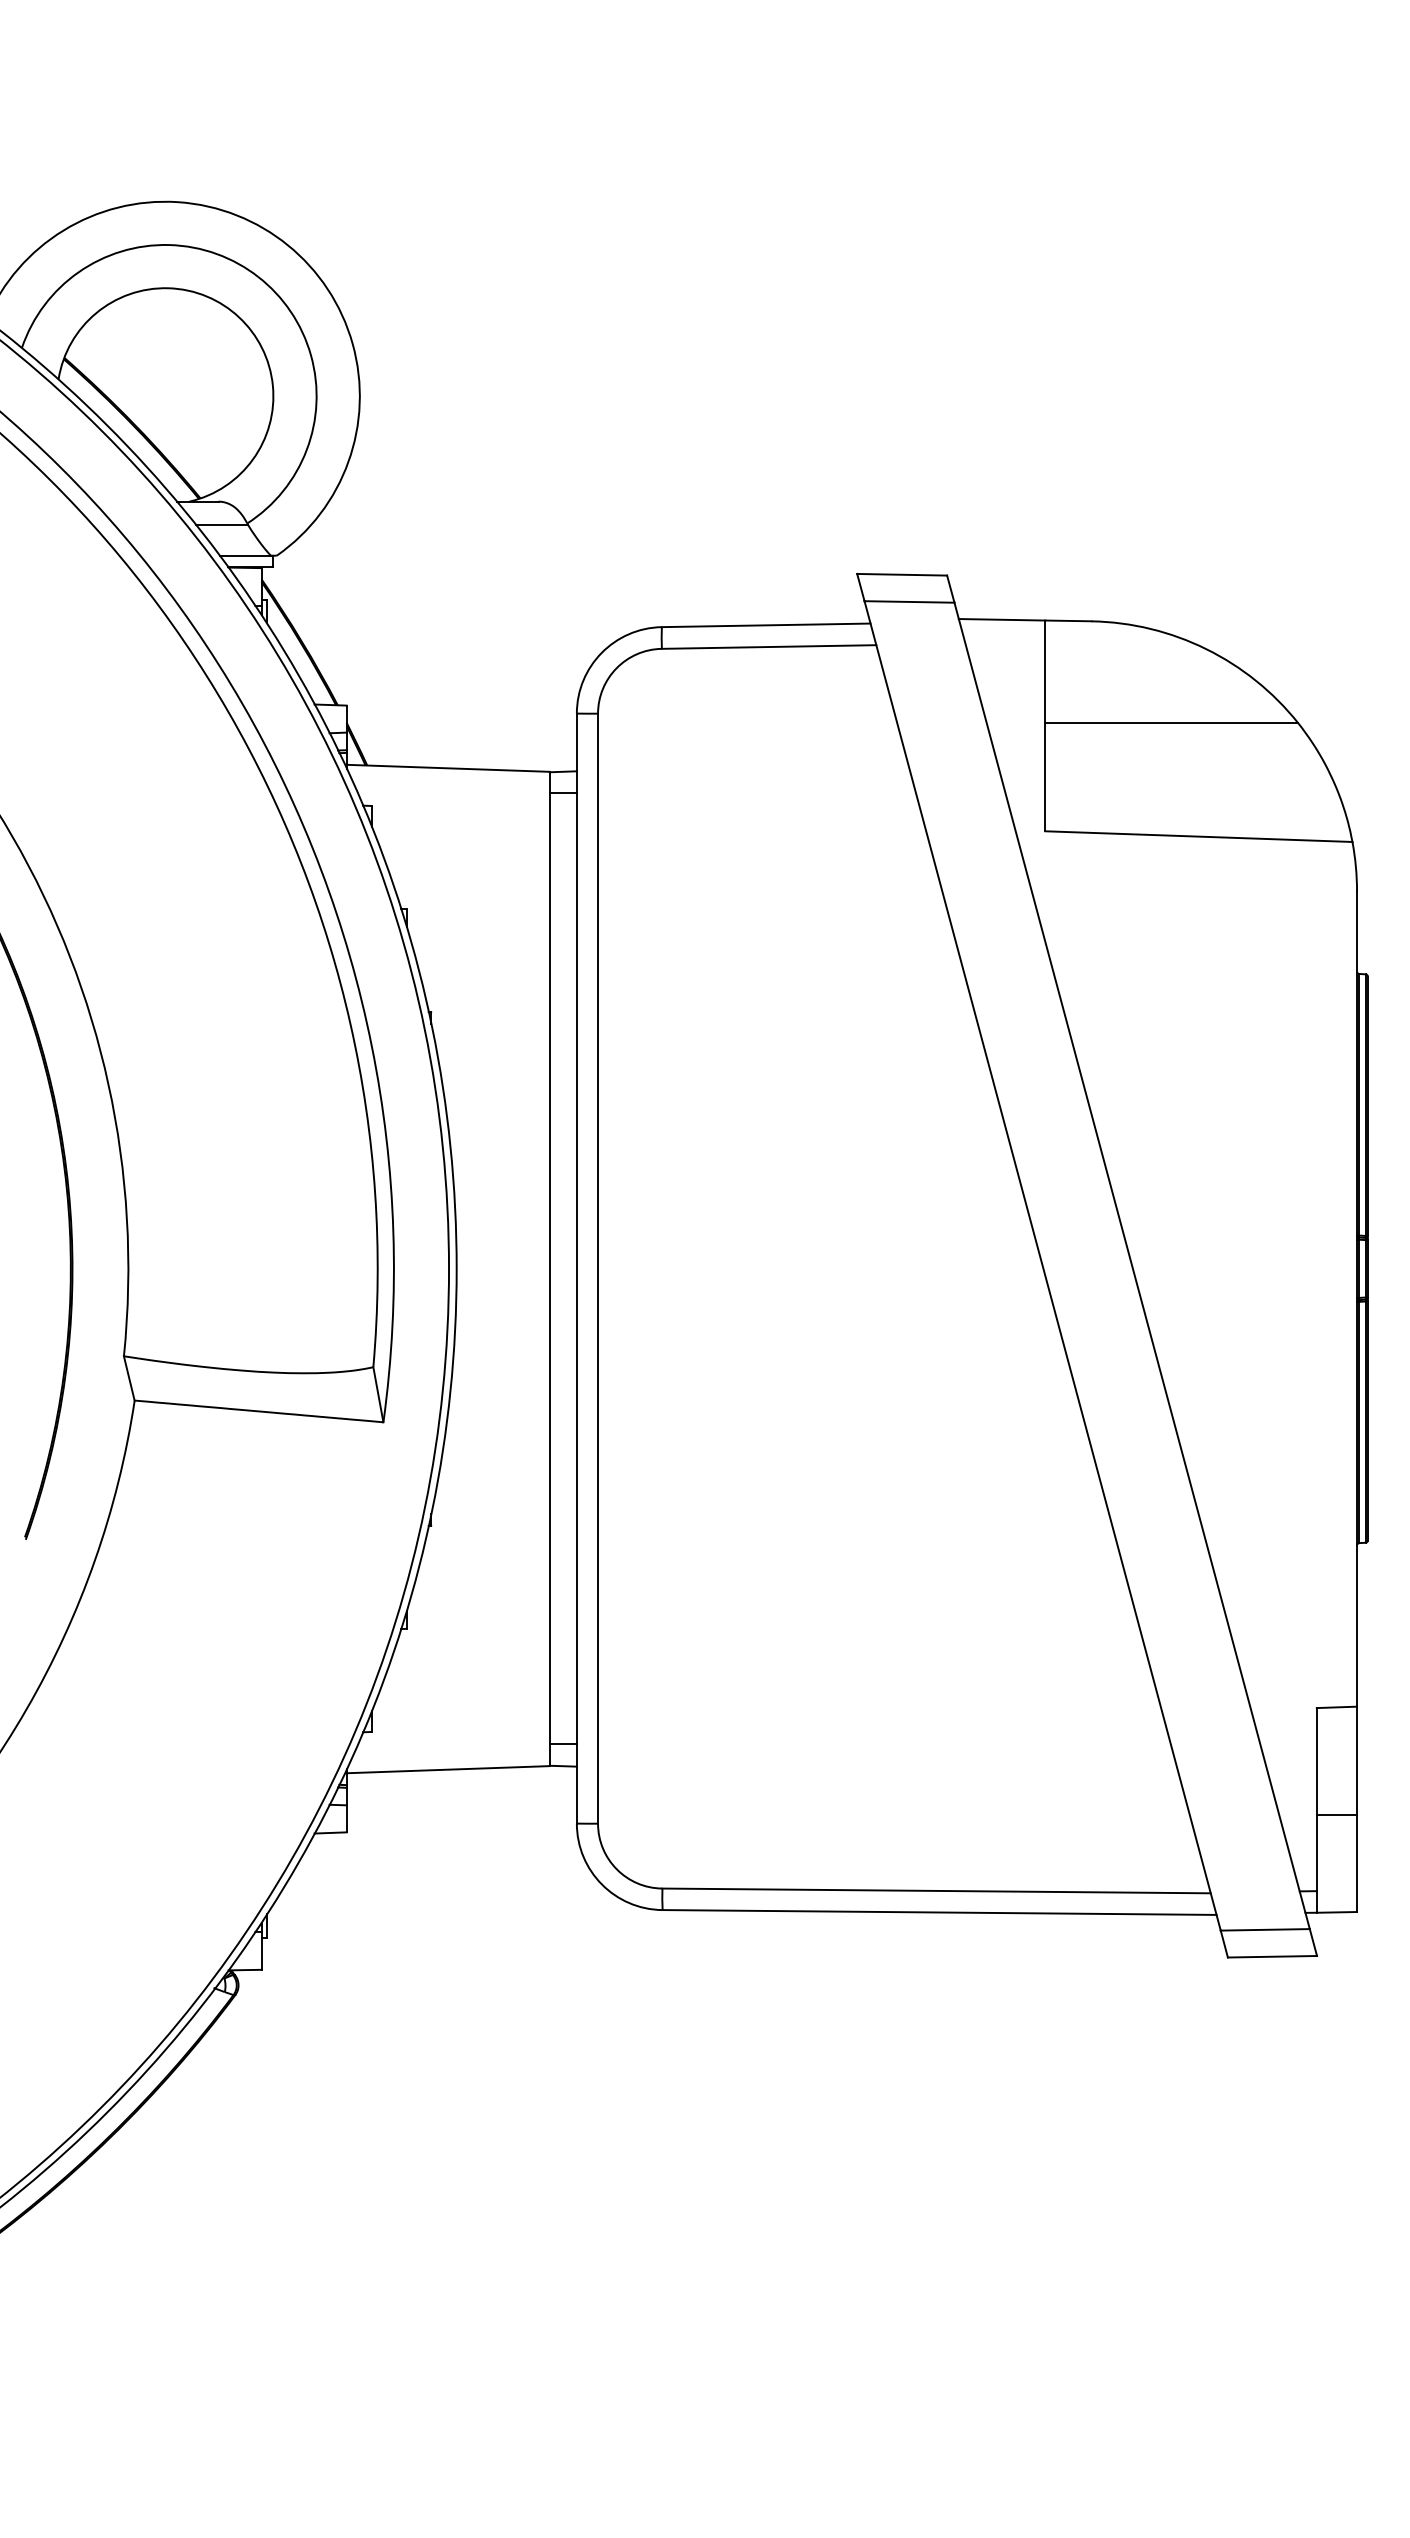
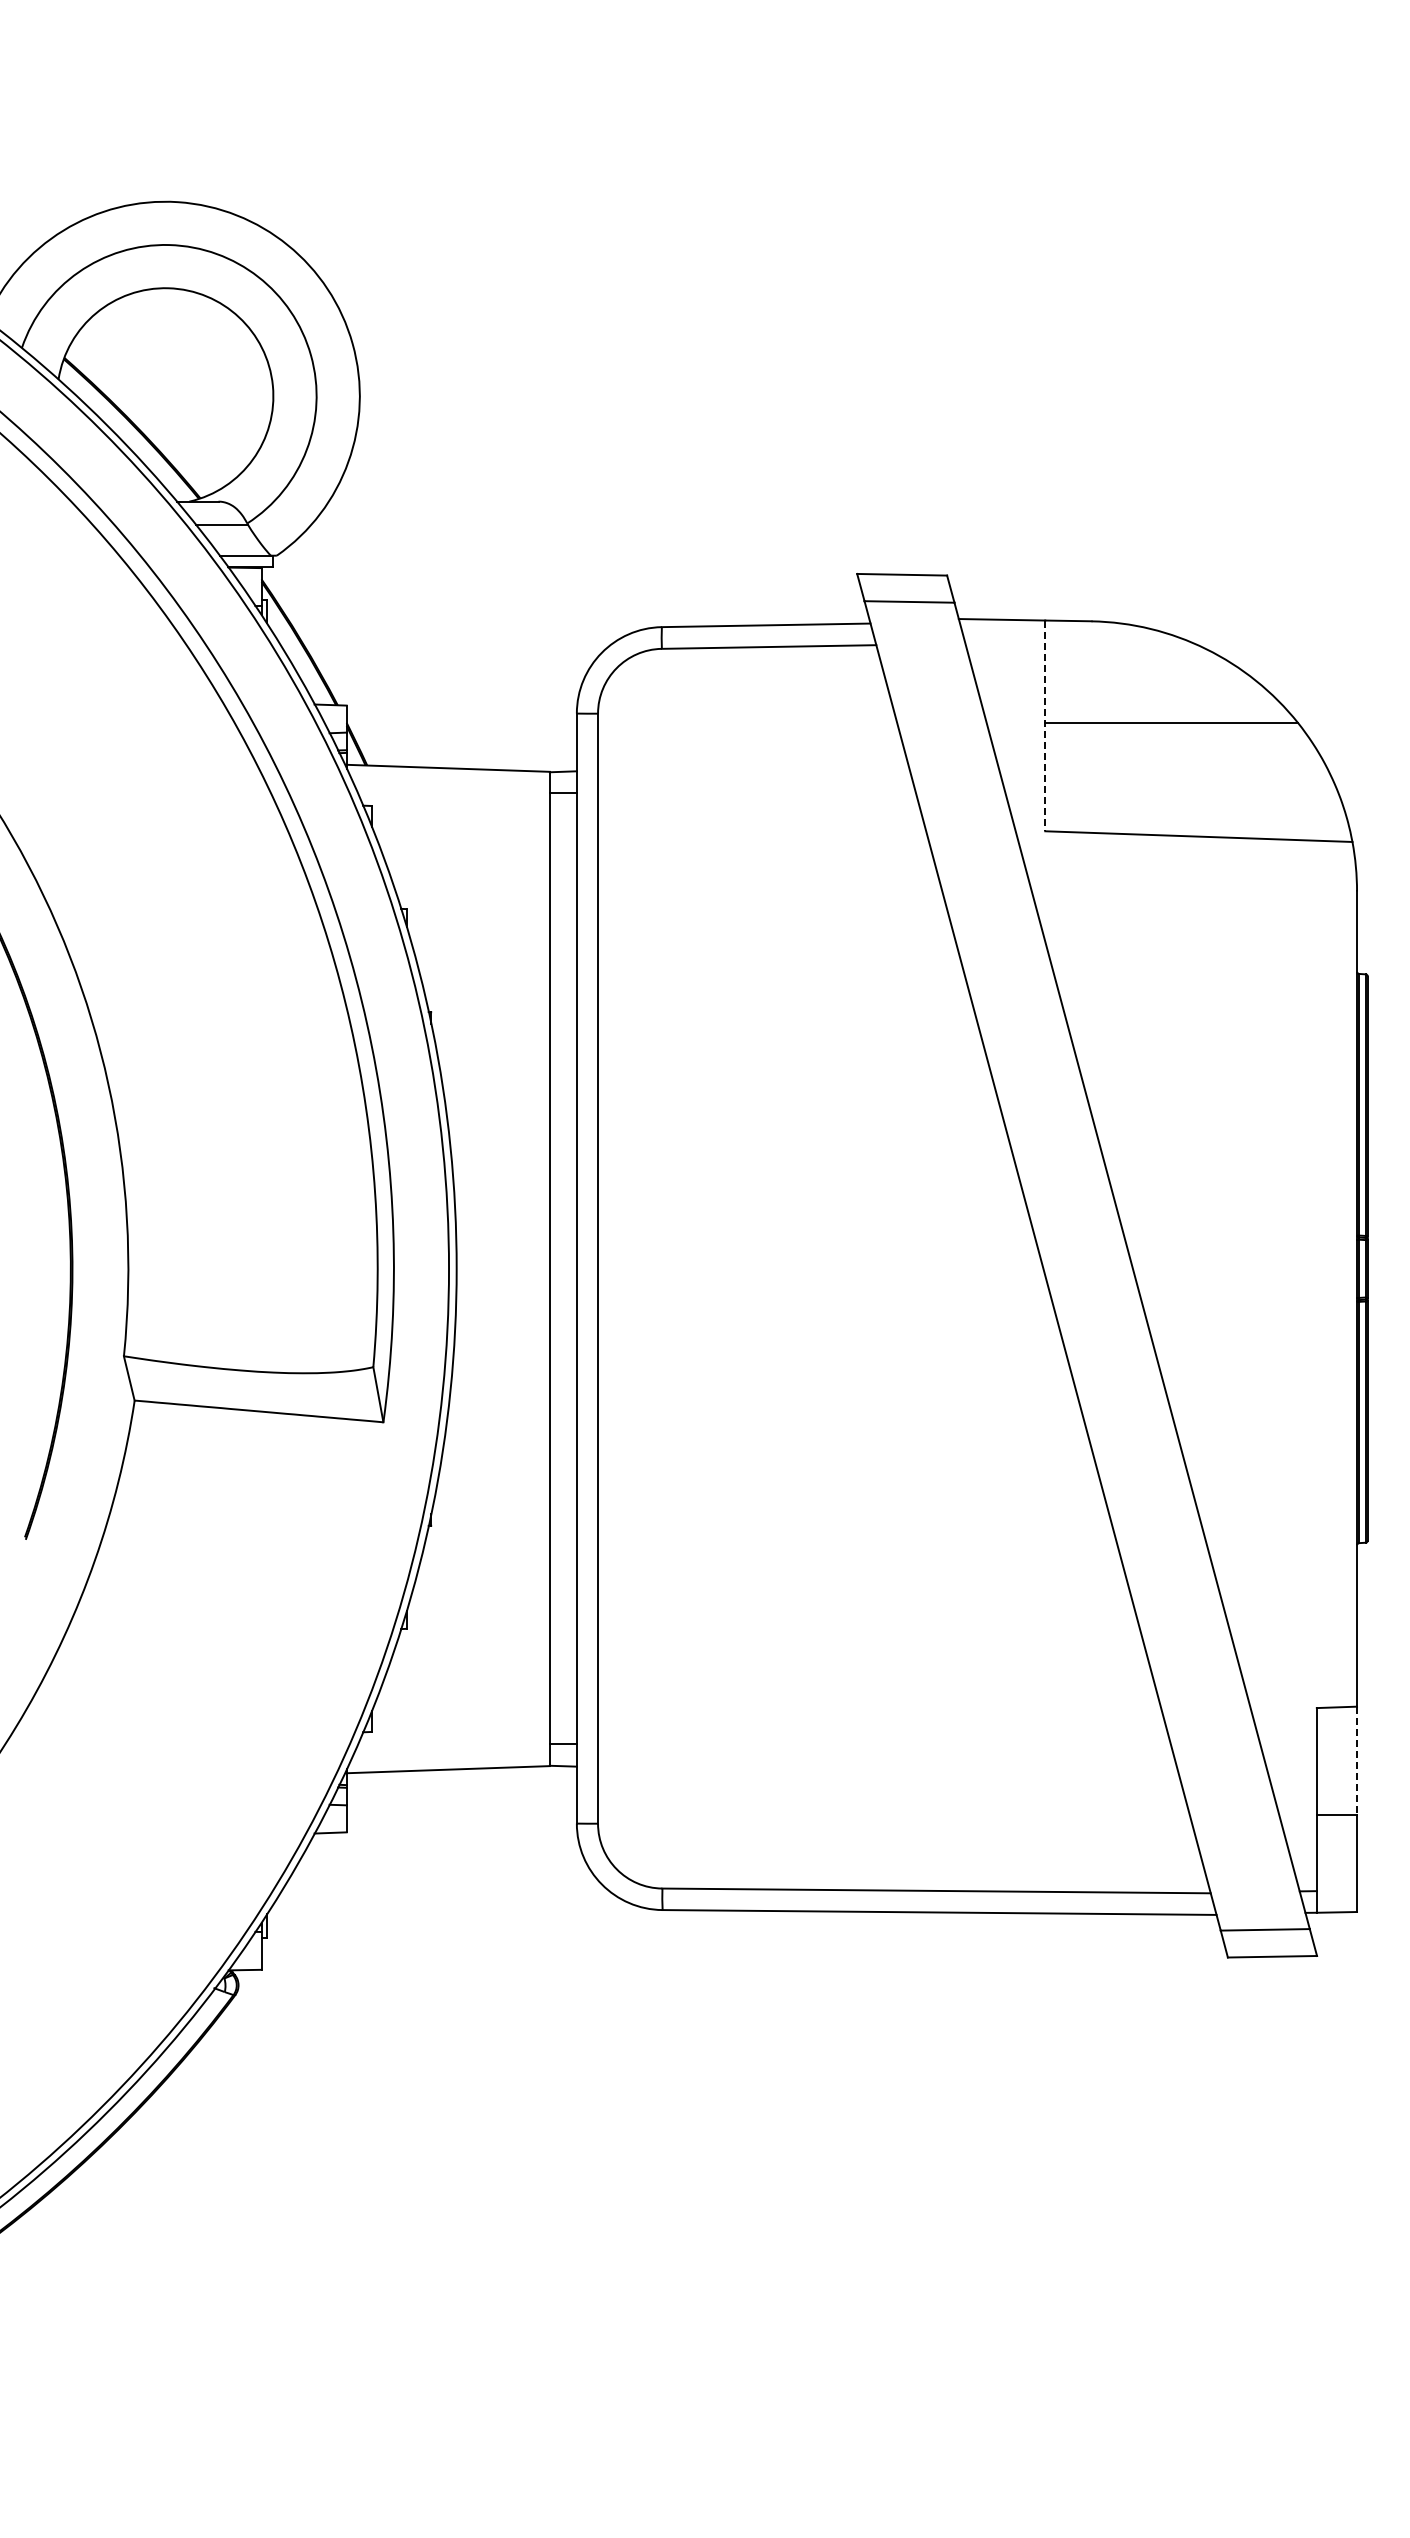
line at (1045, 726): solid -> dashed
line at (1357, 1761): solid -> dashed
